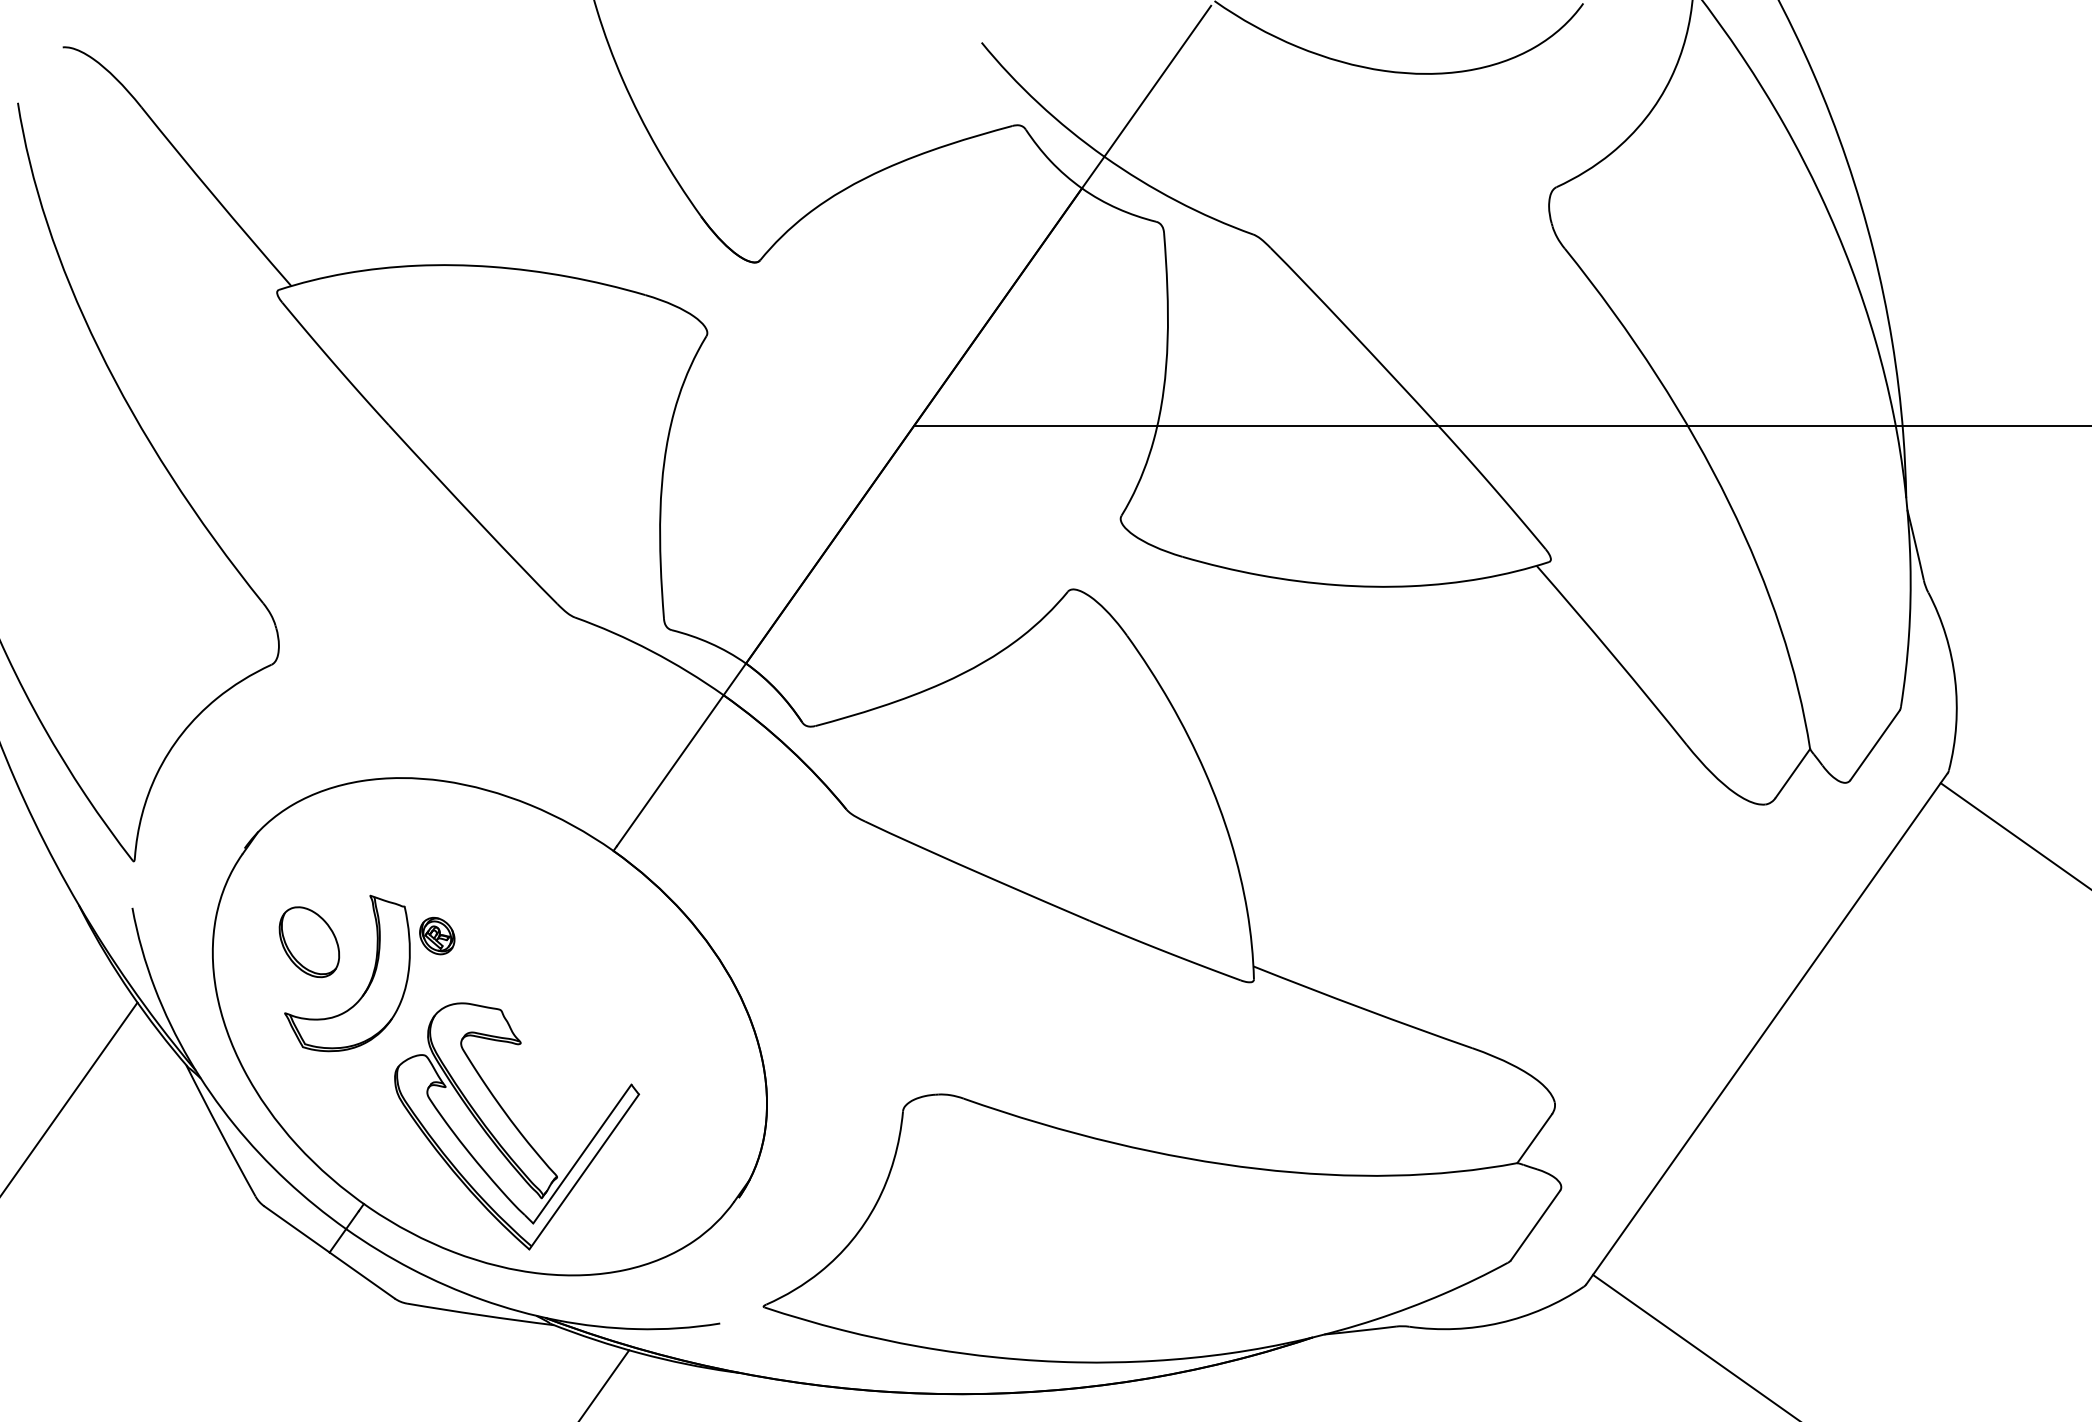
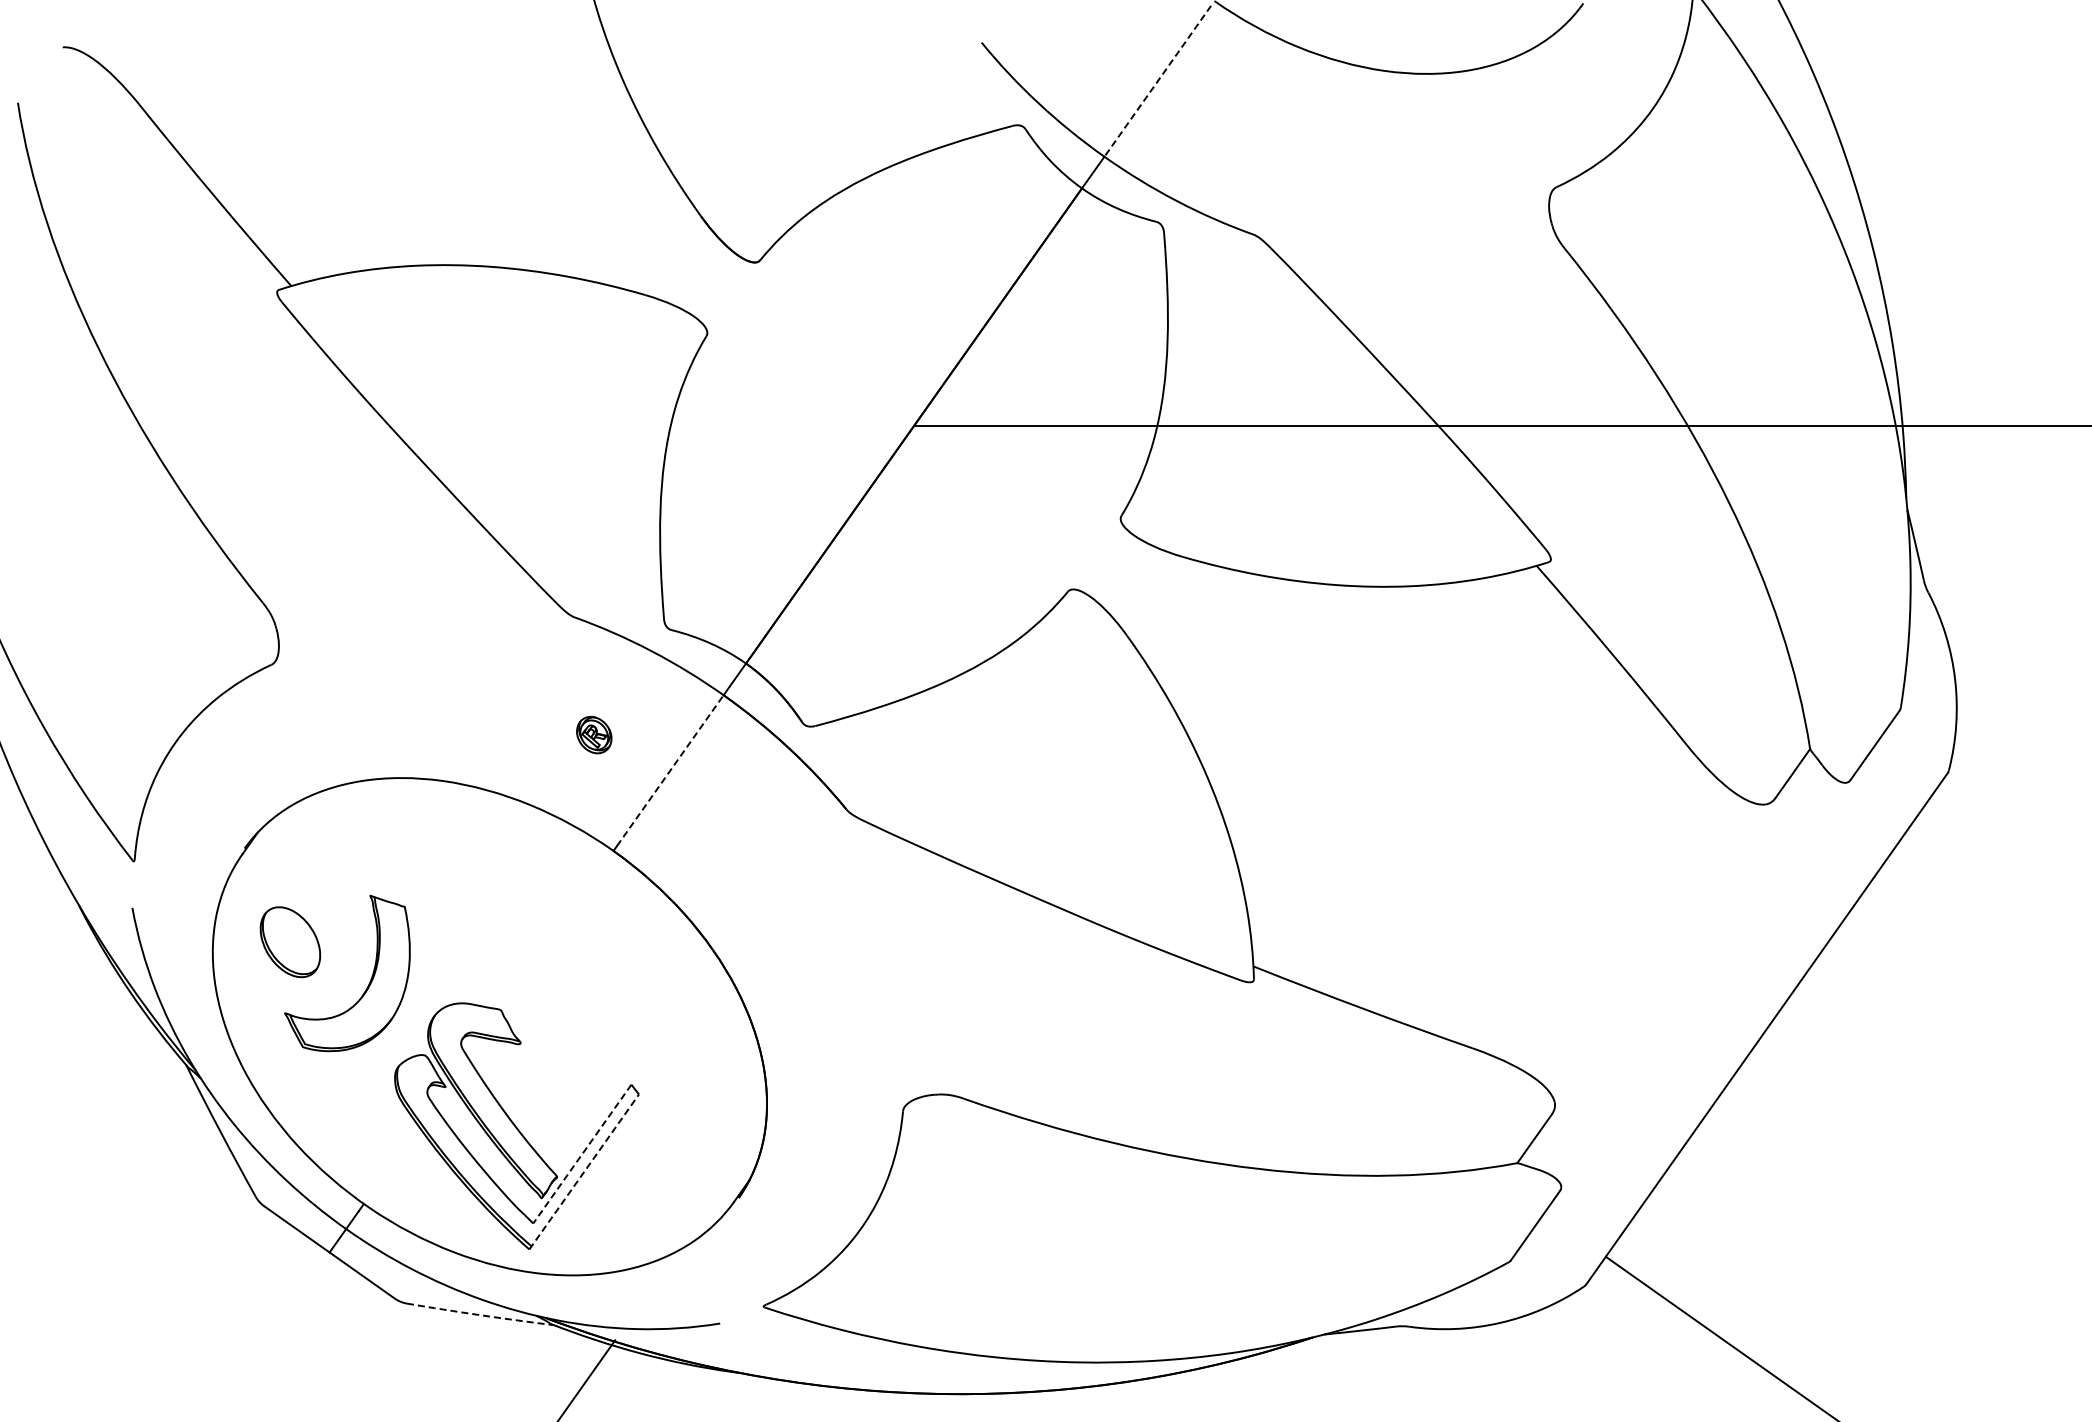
line at (1157, 81): solid -> dashed
line at (670, 770): solid -> dashed
line at (2014, 835): present -> none
part at (437, 935) position: (437, 935) -> (594, 734)
part at (309, 942) position: (309, 942) -> (290, 942)
line at (69, 1097): present -> none
line at (582, 1154): solid -> dashed
line at (584, 1171): solid -> dashed
arc at (480, 1315): solid -> dashed
line at (1694, 1346) position: (1694, 1346) -> (1720, 1337)
line at (604, 1384) position: (604, 1384) -> (587, 1379)
